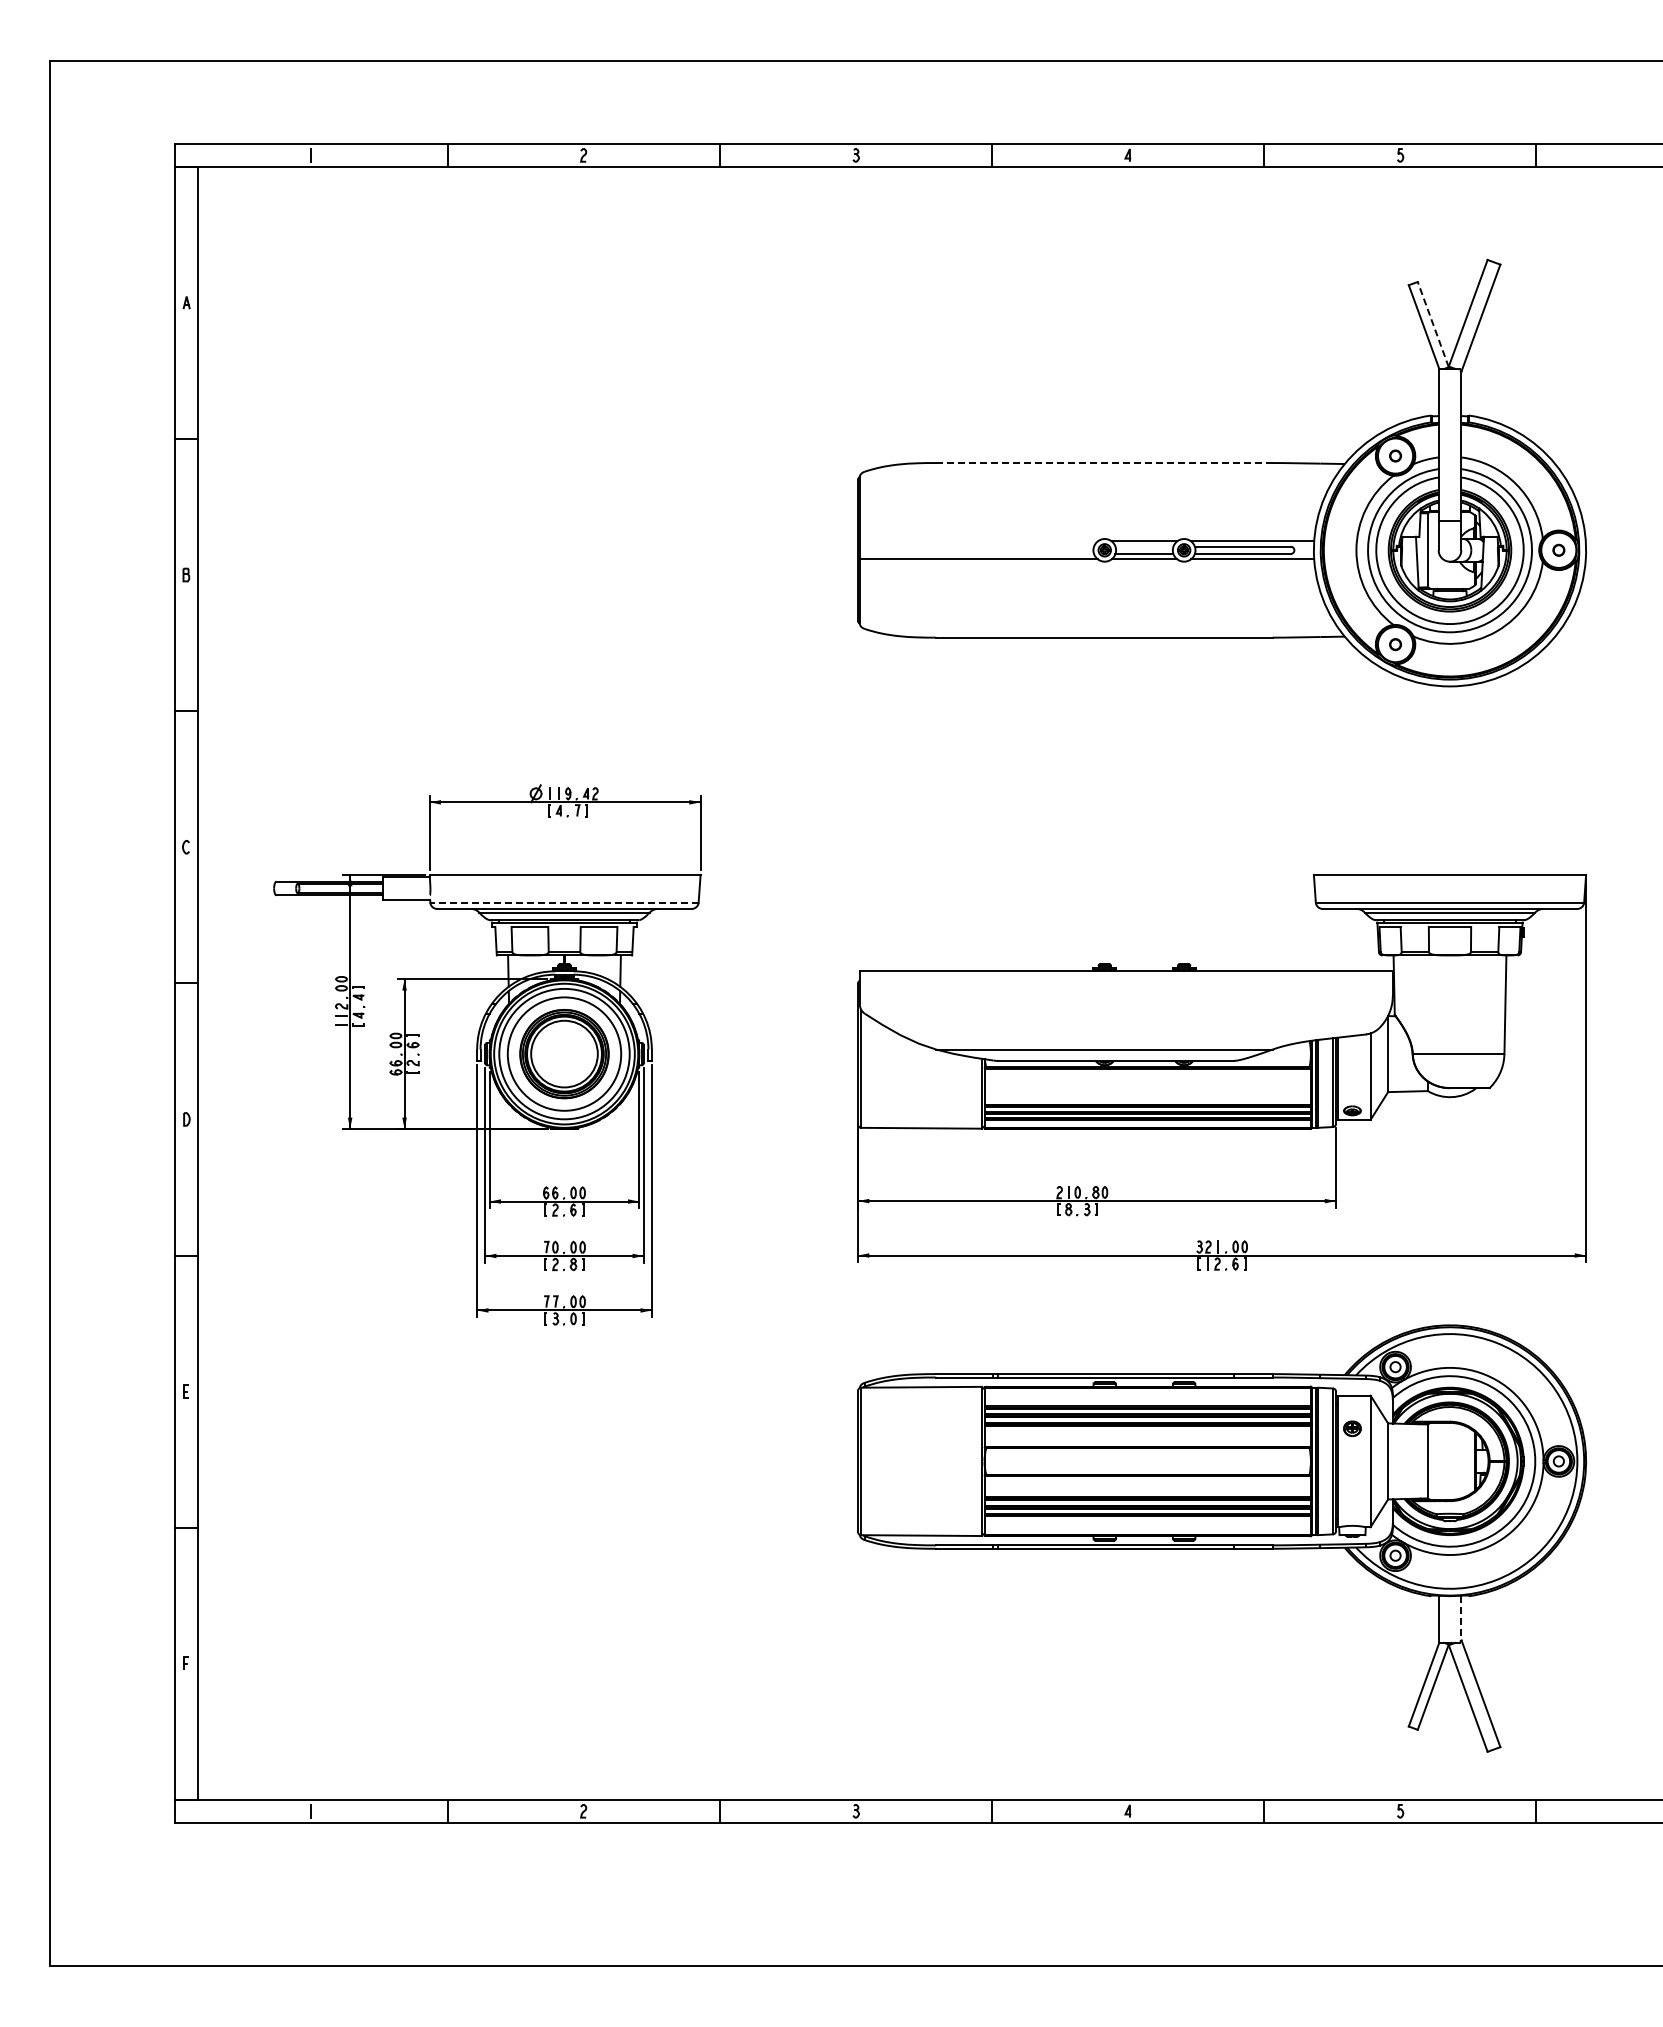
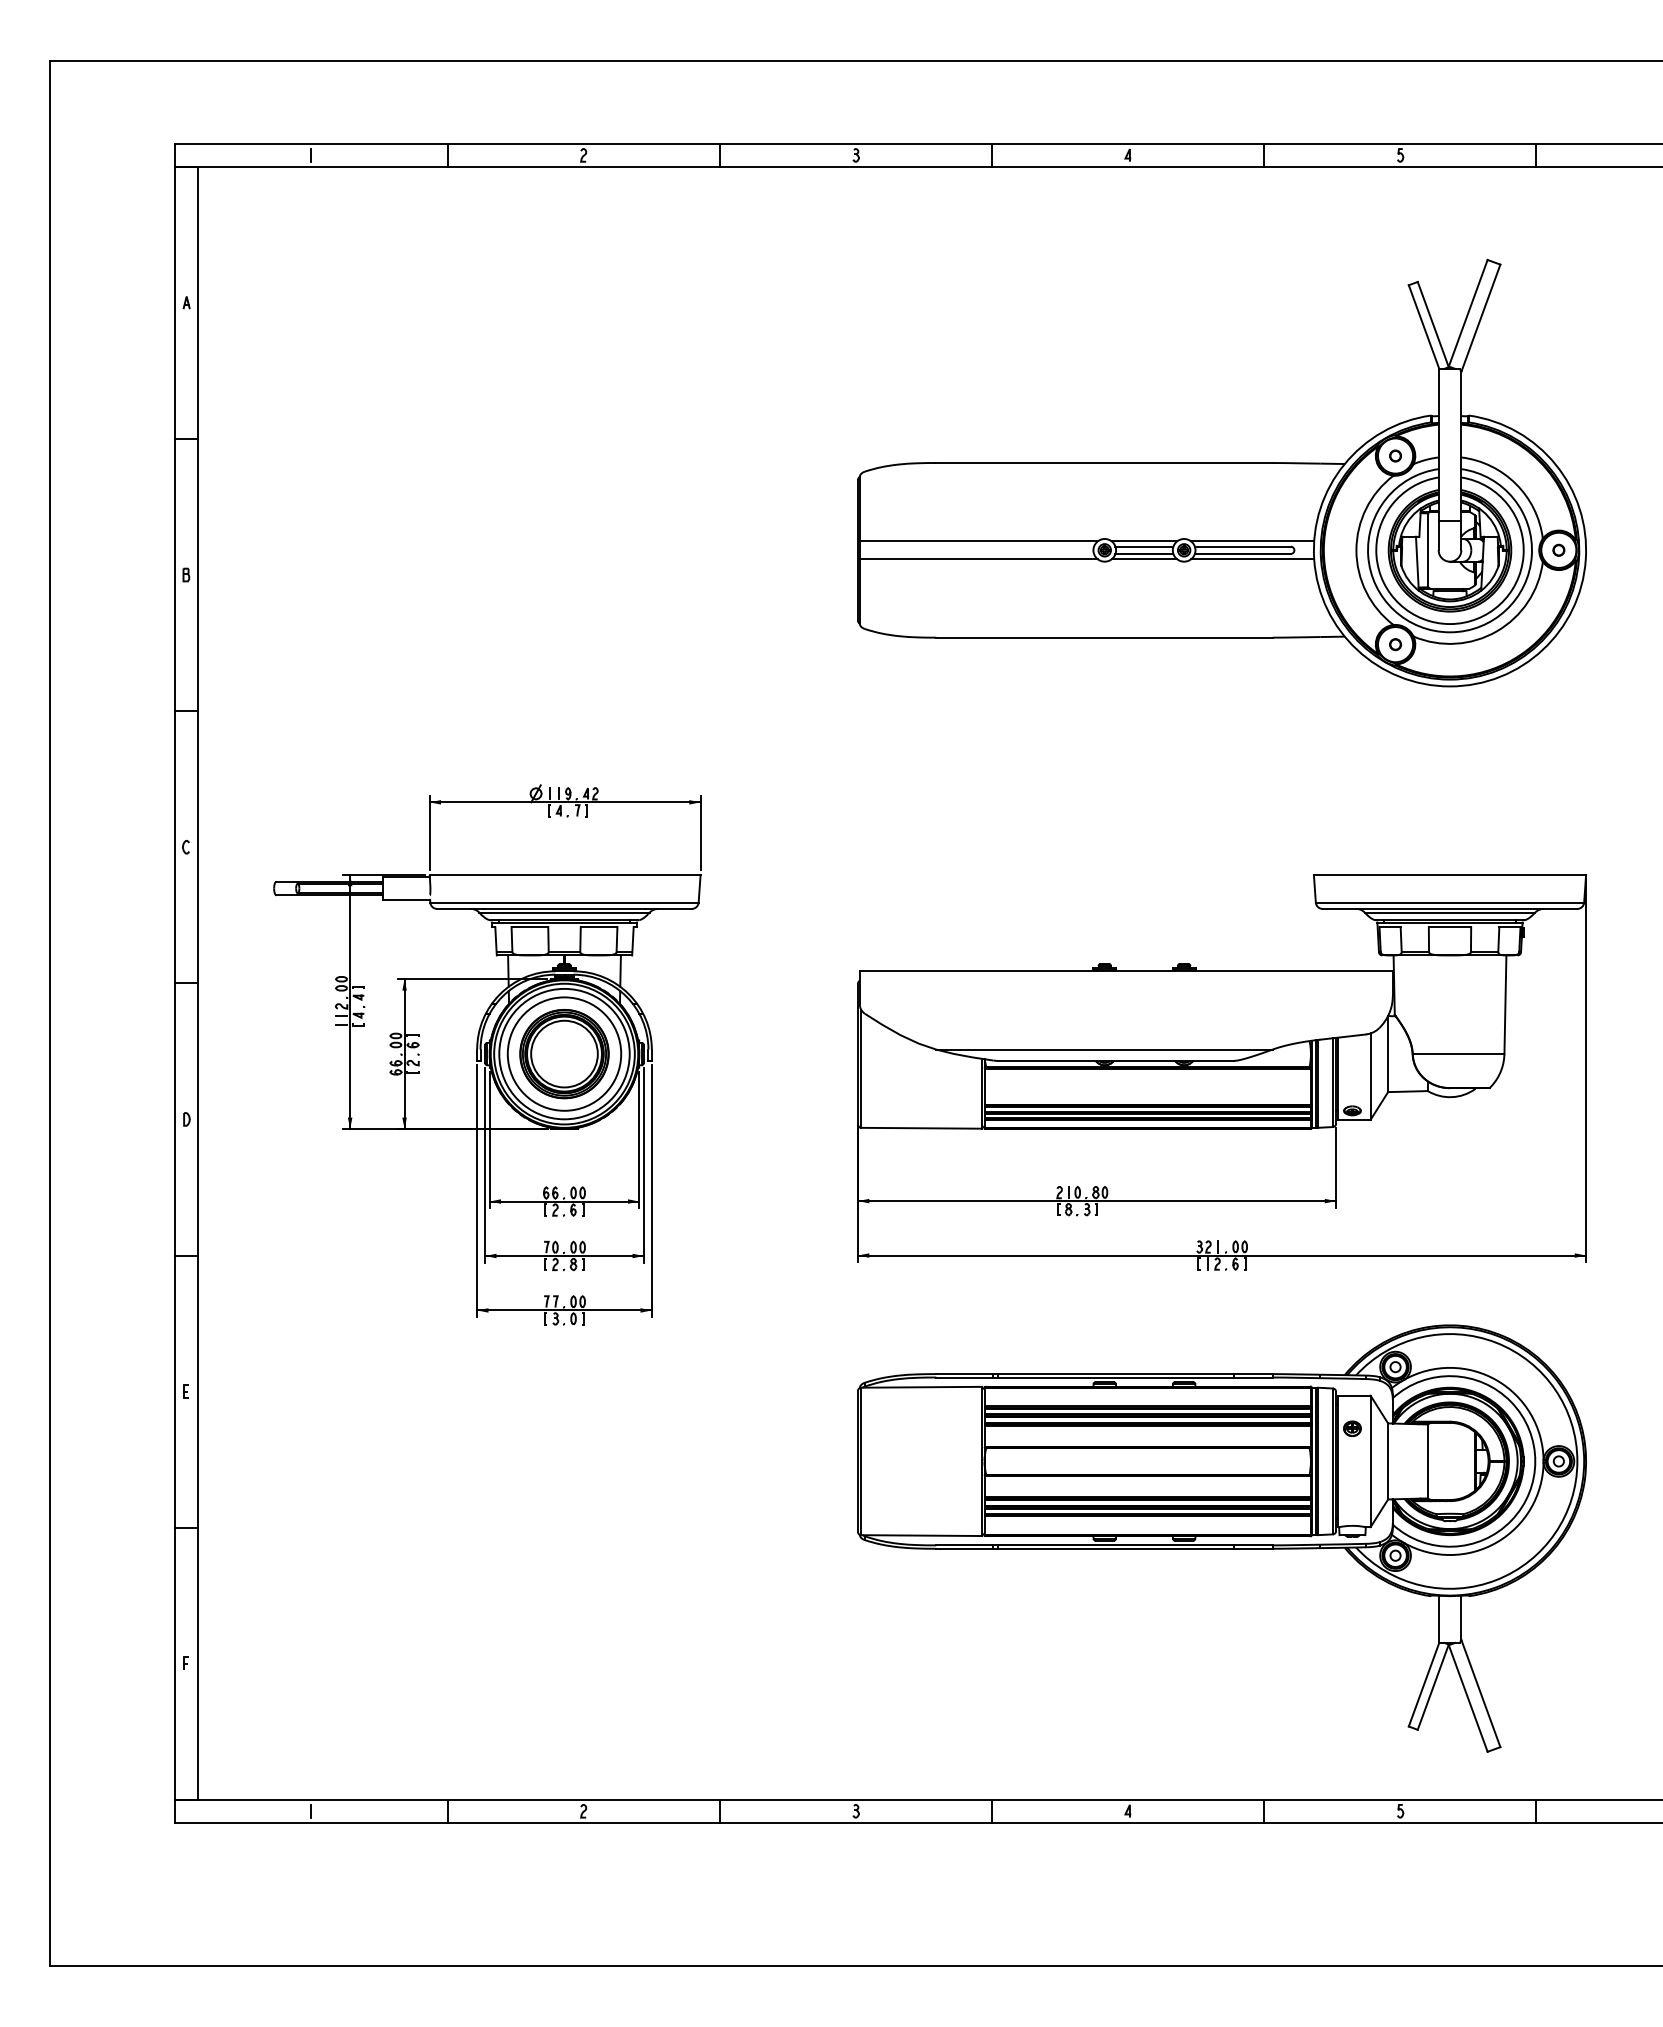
line at (1433, 324): dashed -> solid
line at (1103, 463): dashed -> solid
line at (978, 541): none -> present
line at (1144, 546): none -> present
line at (564, 902): dashed -> solid
line at (1461, 1618): dashed -> solid
